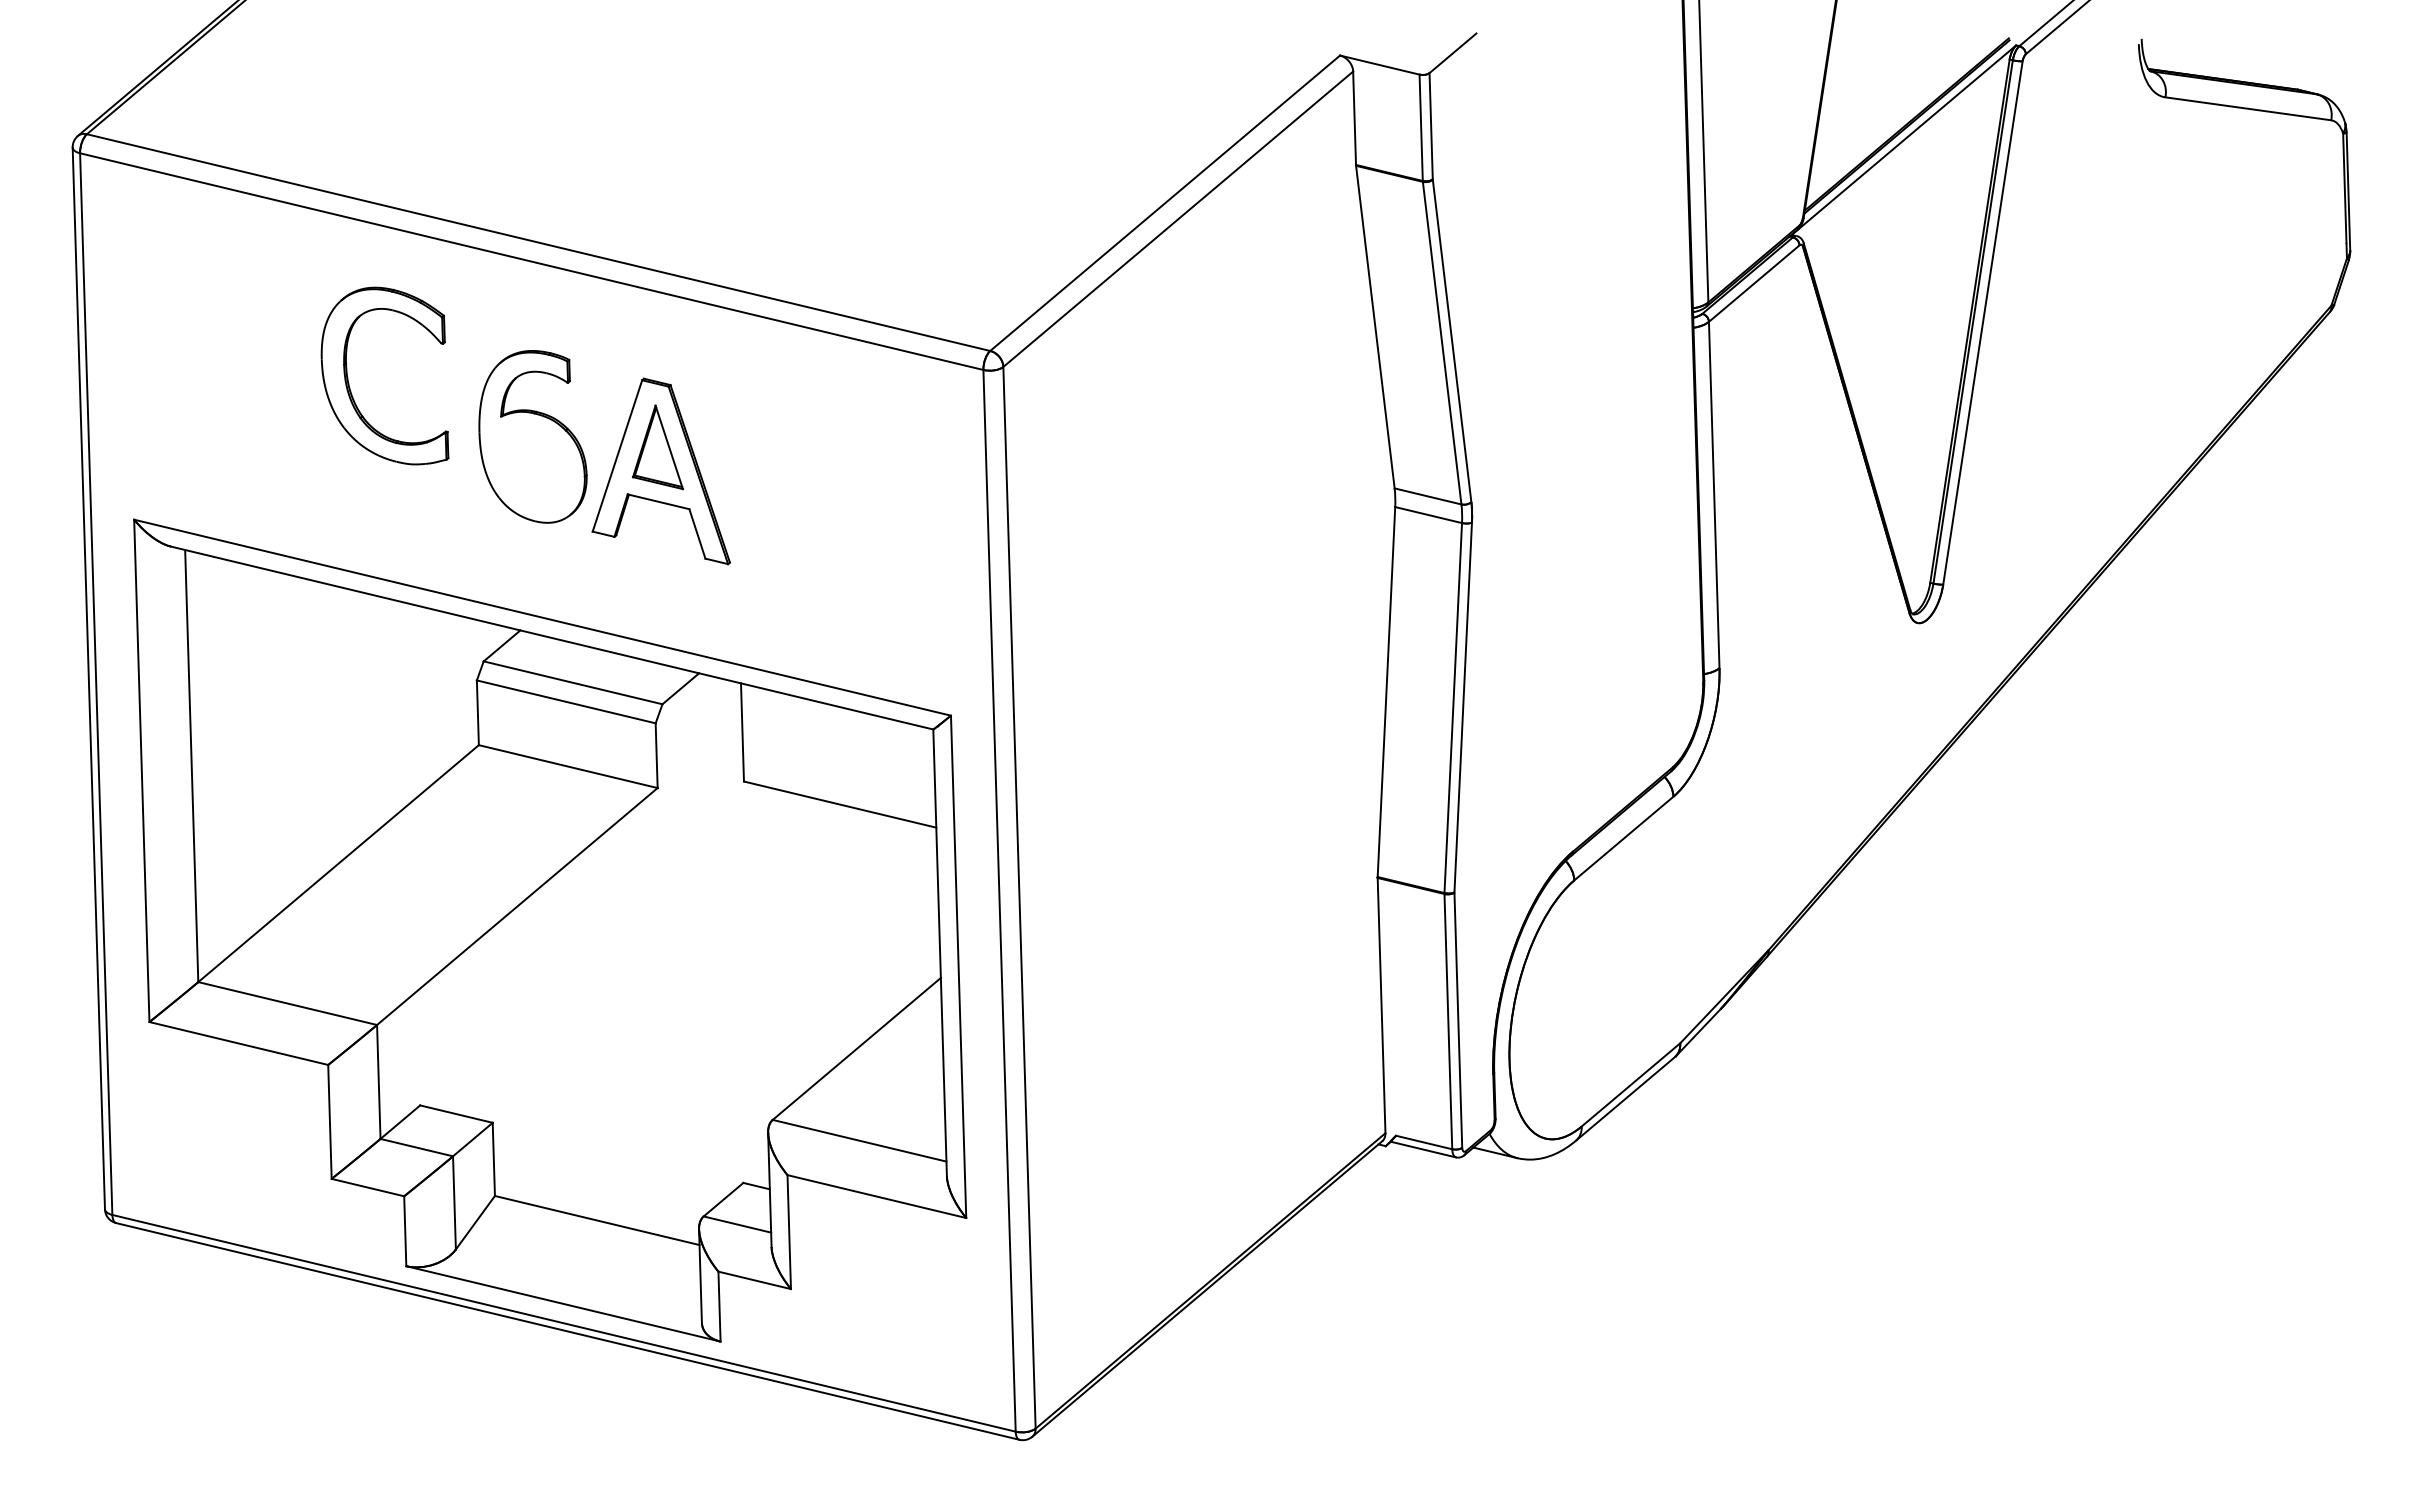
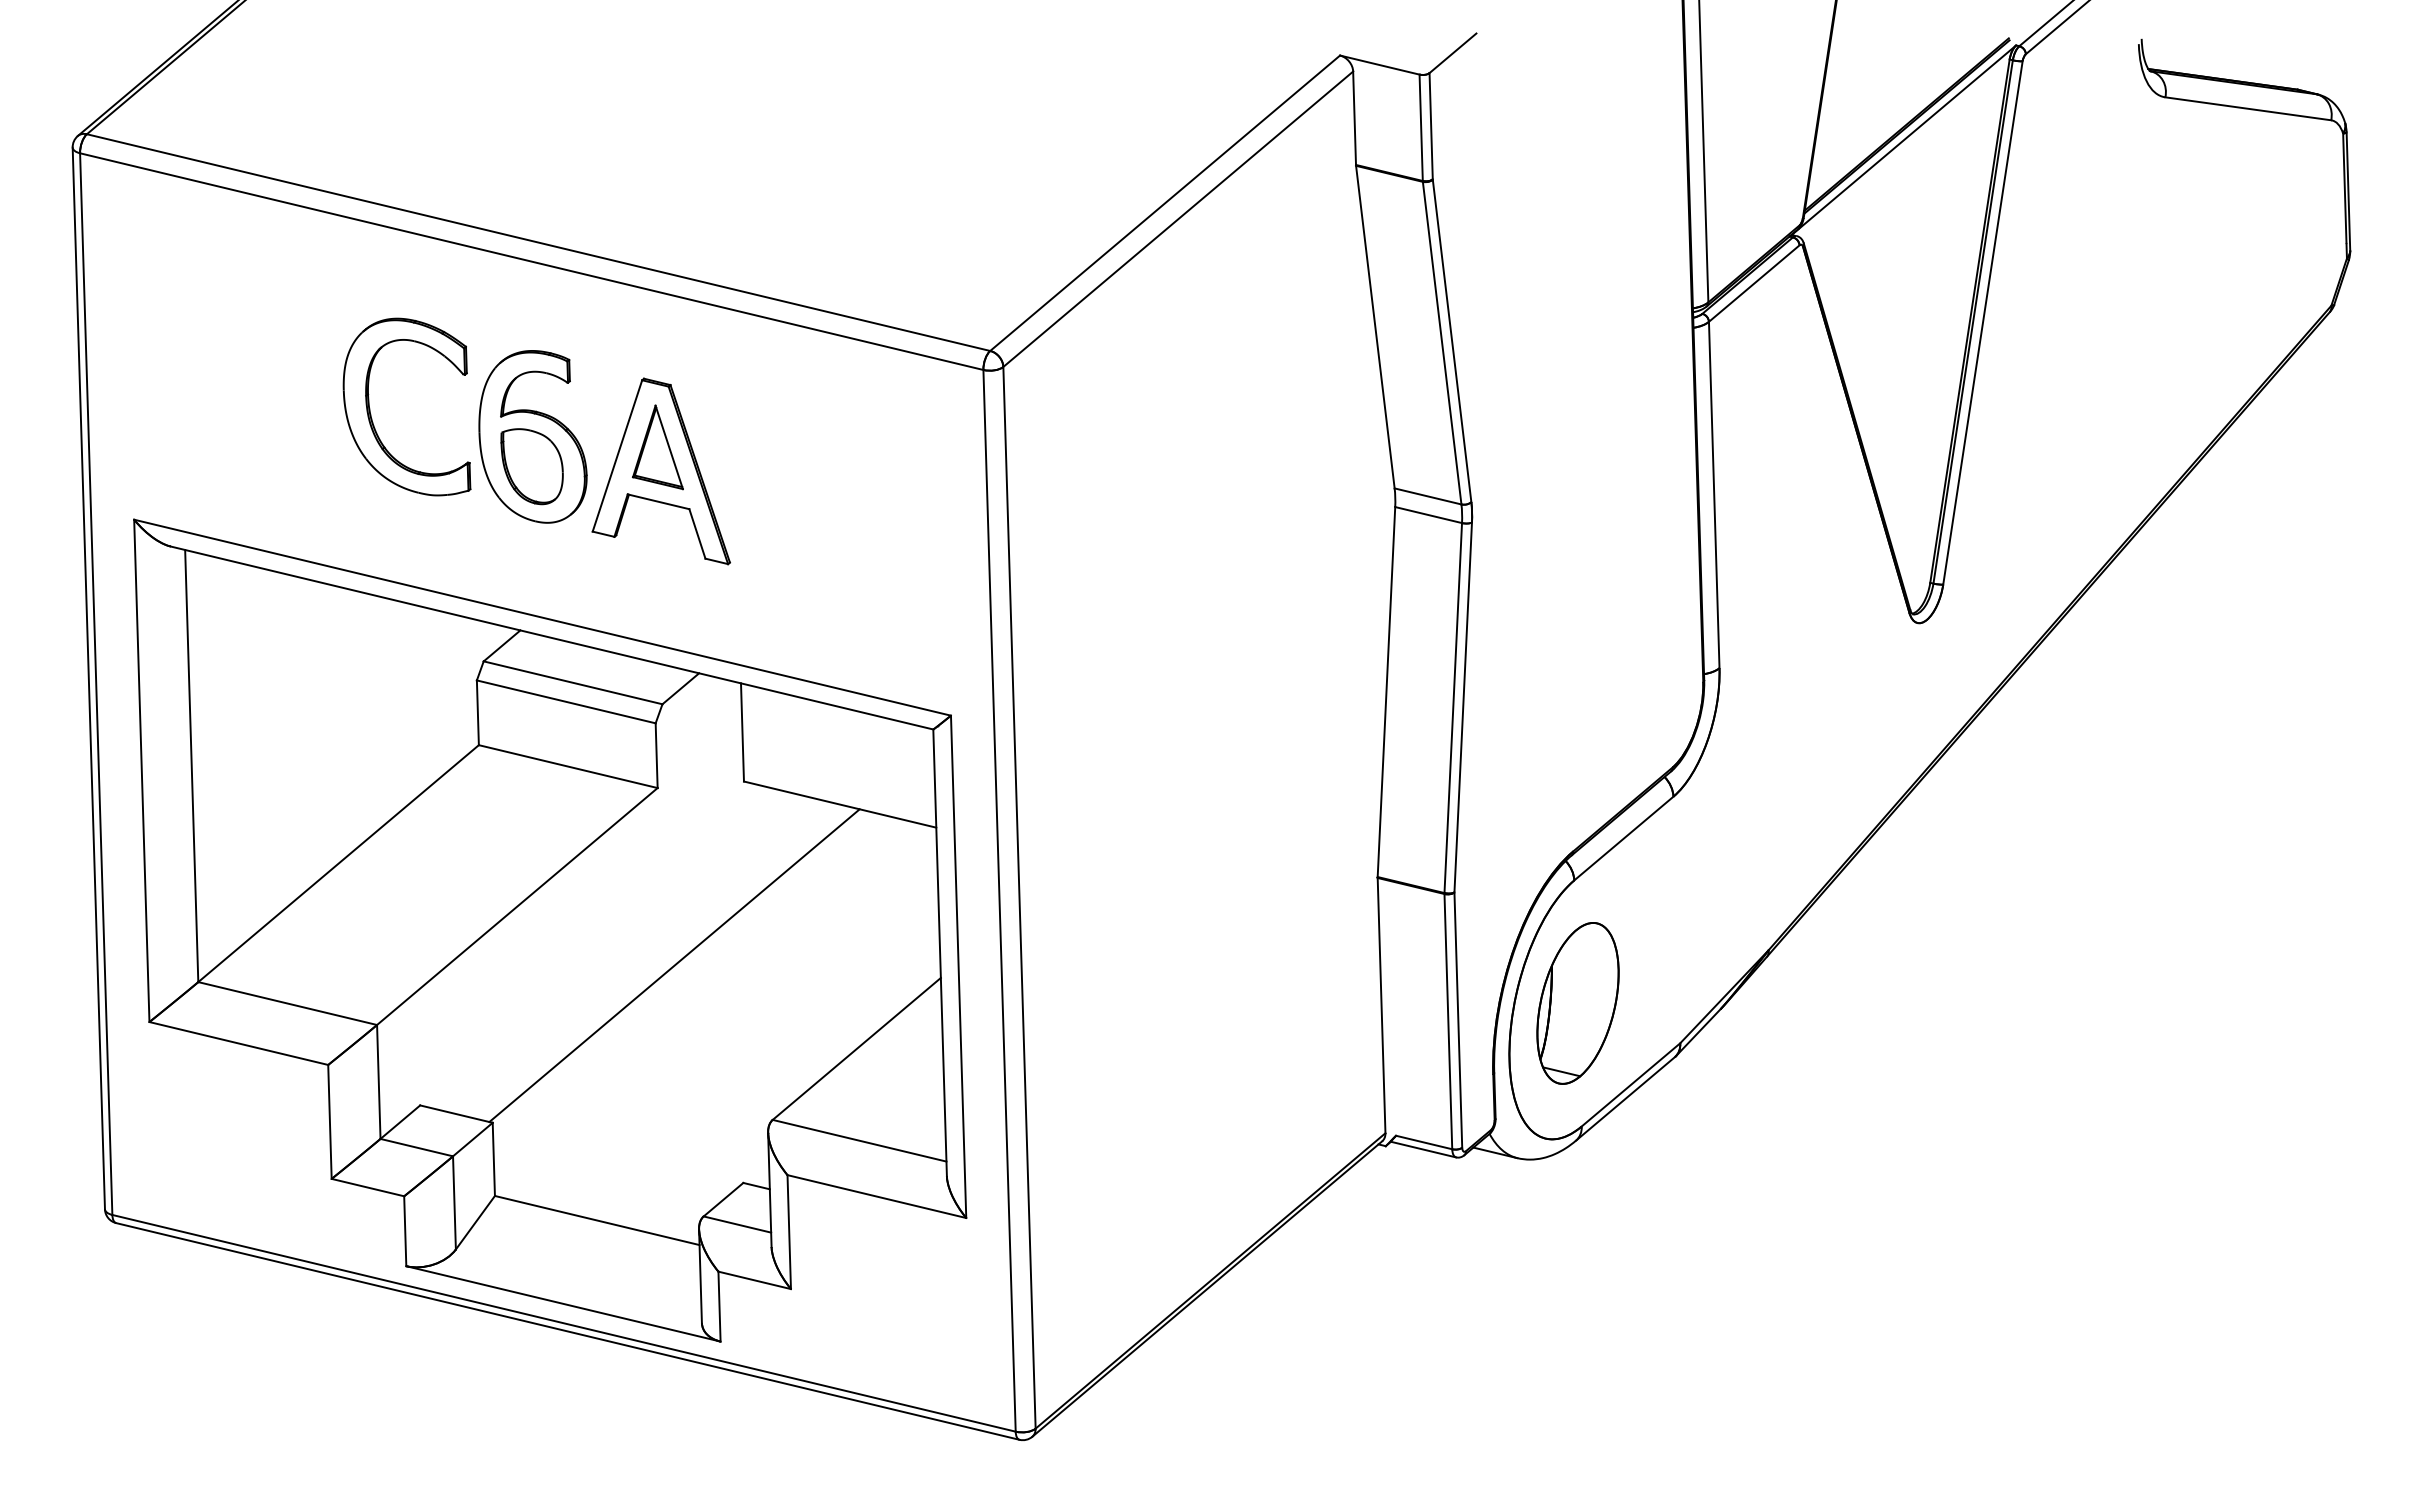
part at (349, 383) position: (349, 383) -> (371, 414)
part at (531, 466): none -> present
line at (674, 965): none -> present
part at (1577, 1003): none -> present
